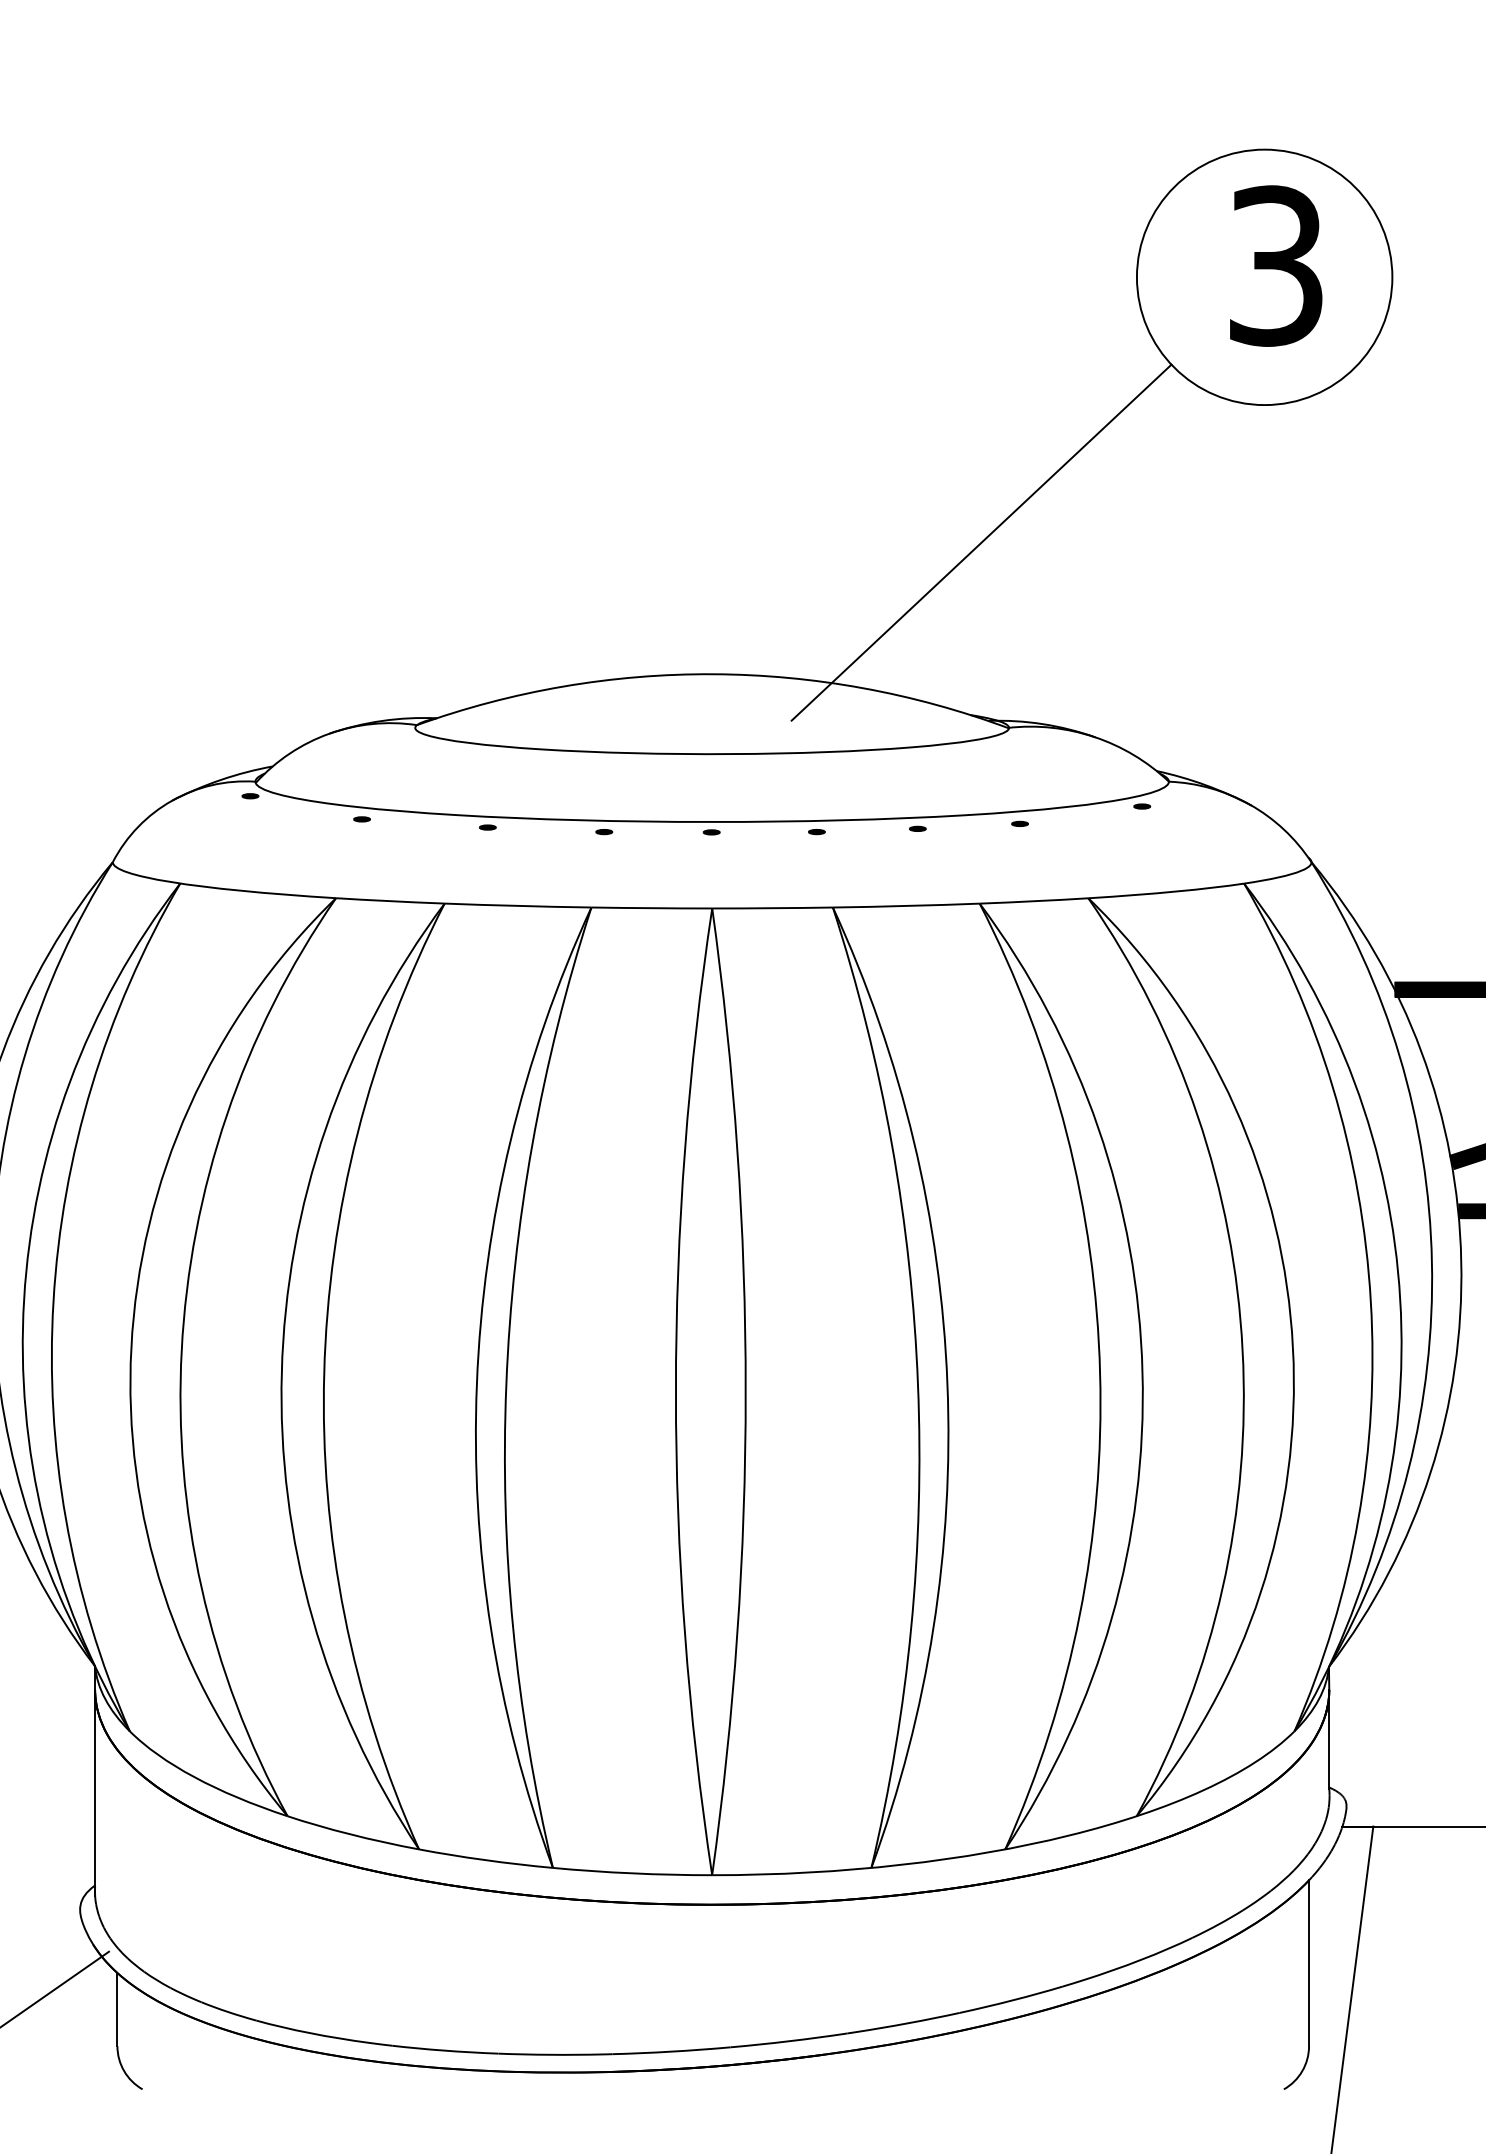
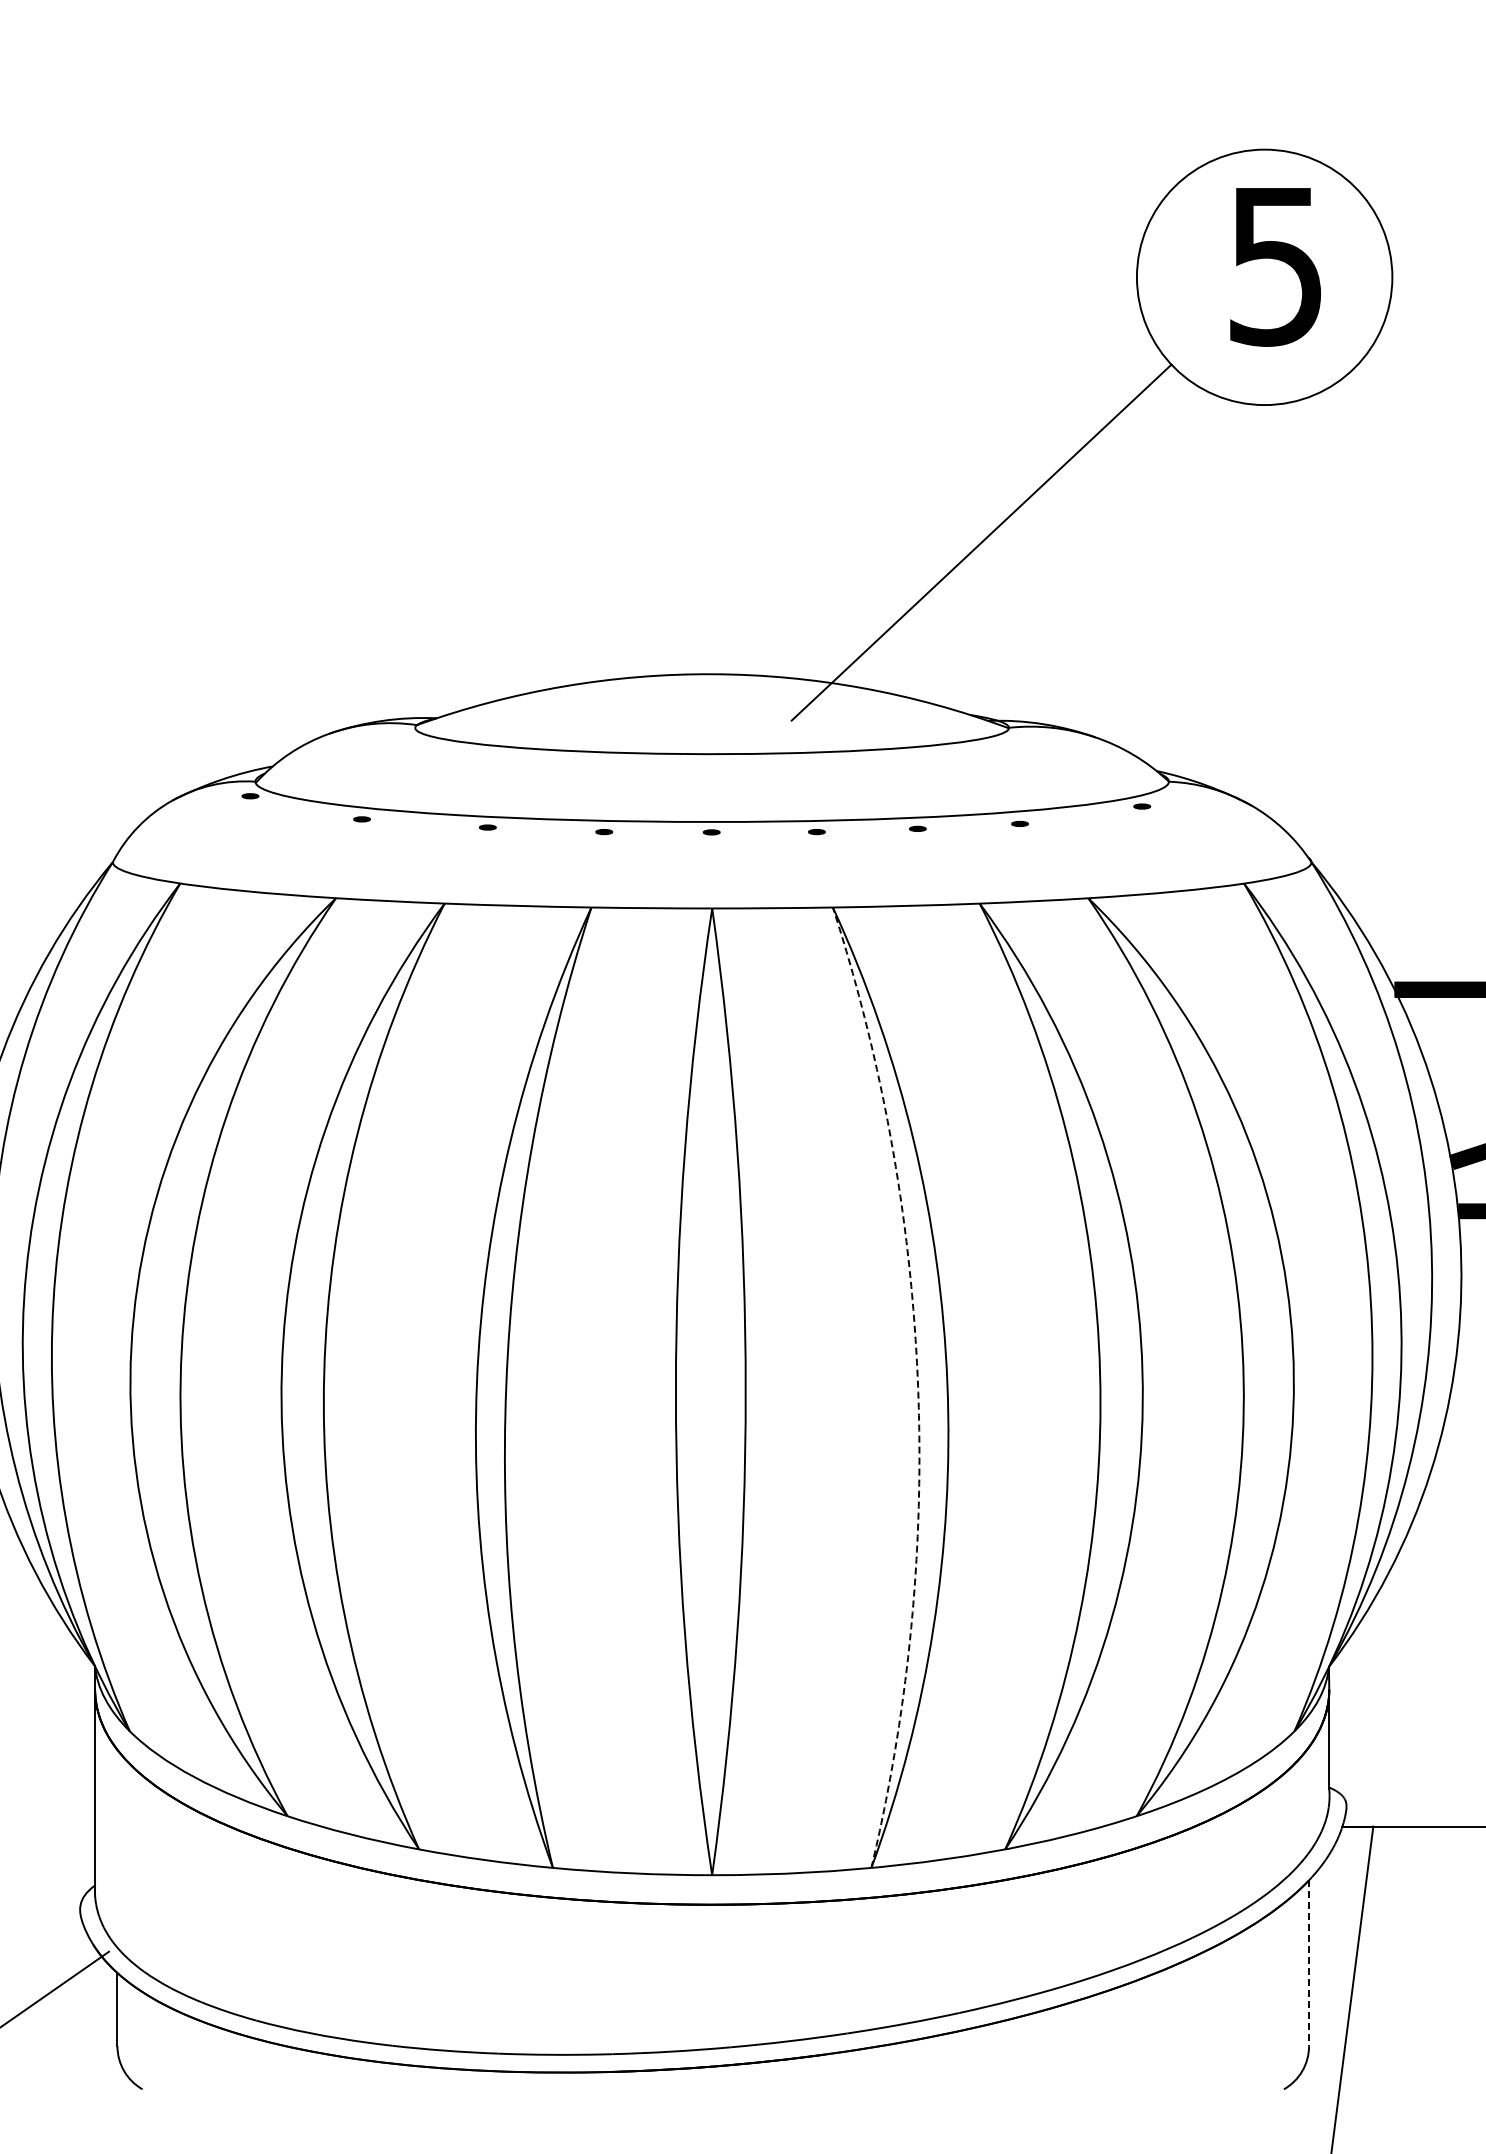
text at (1276, 265): 3 -> 5
arc at (918, 1385): solid -> dashed
line at (1309, 1963): solid -> dashed
